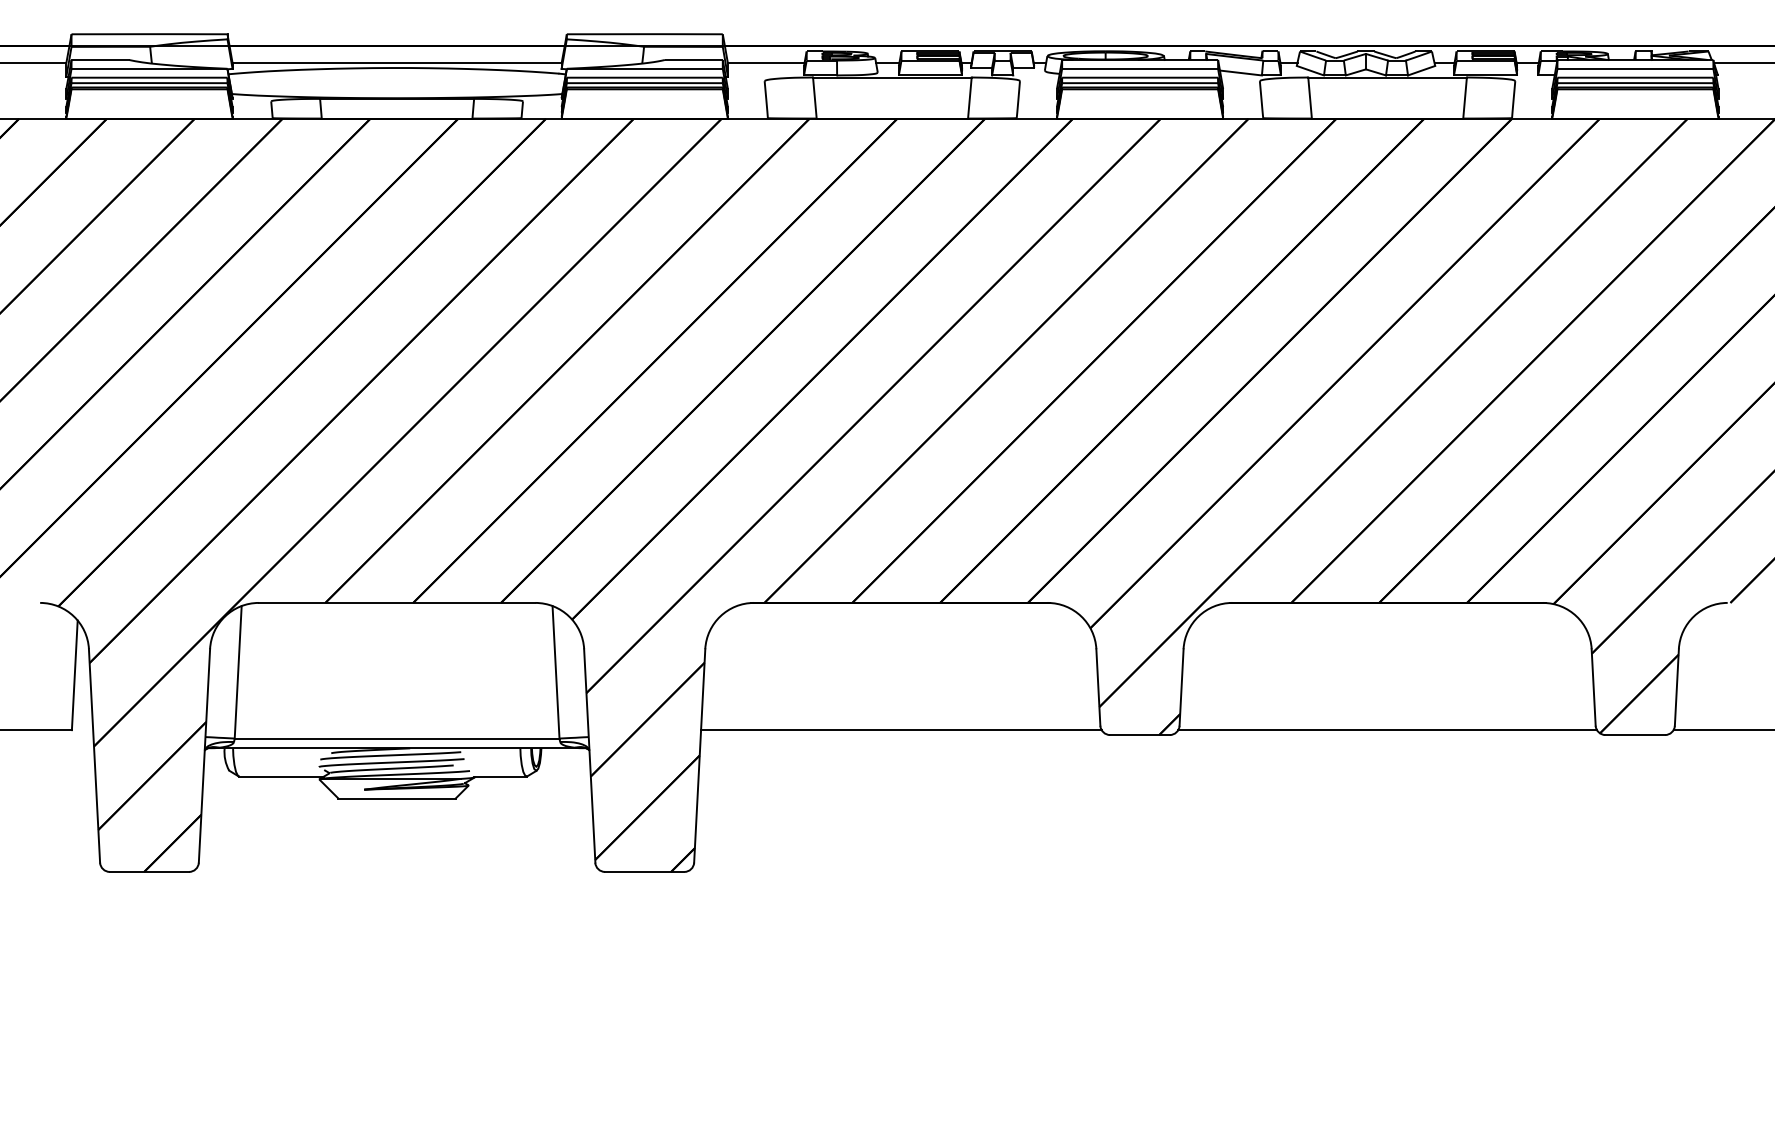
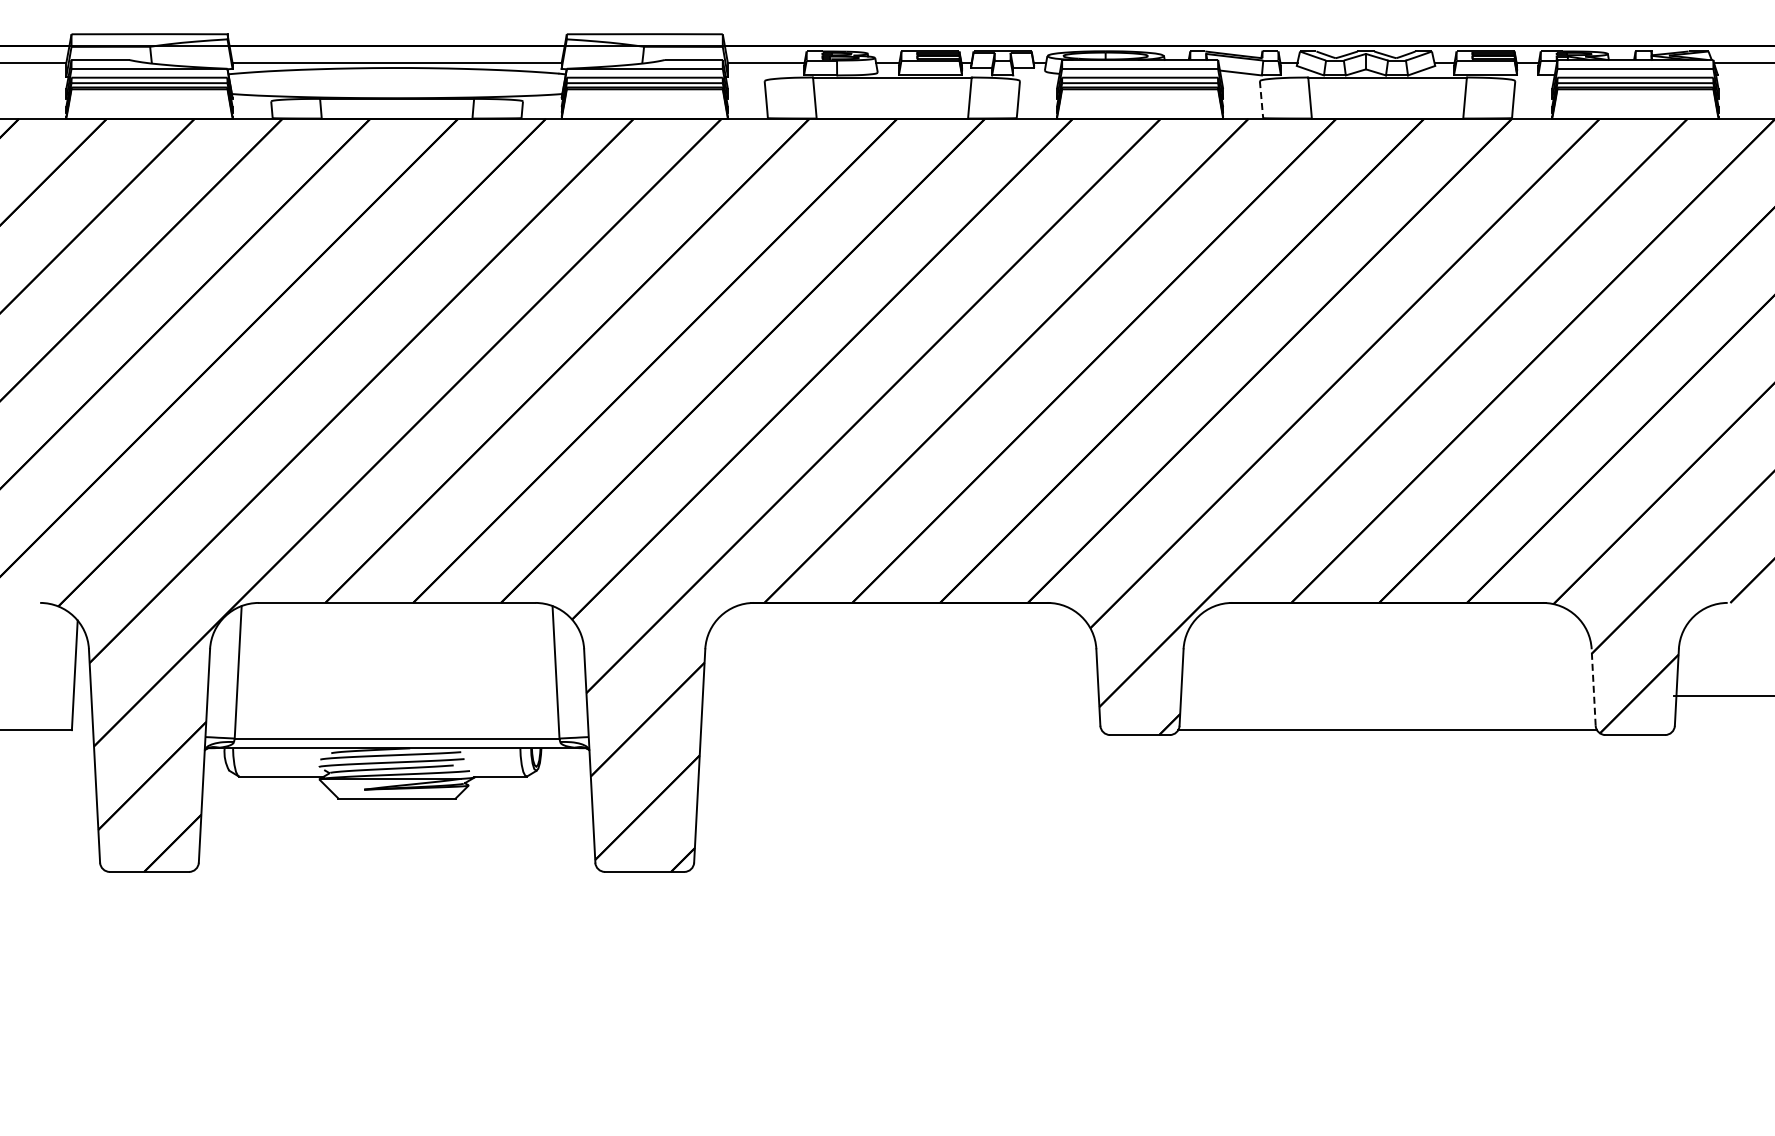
line at (1261, 100): solid -> dashed
line at (1593, 687): solid -> dashed
line at (901, 730): present -> none
line at (1722, 730) position: (1722, 730) -> (1722, 696)
